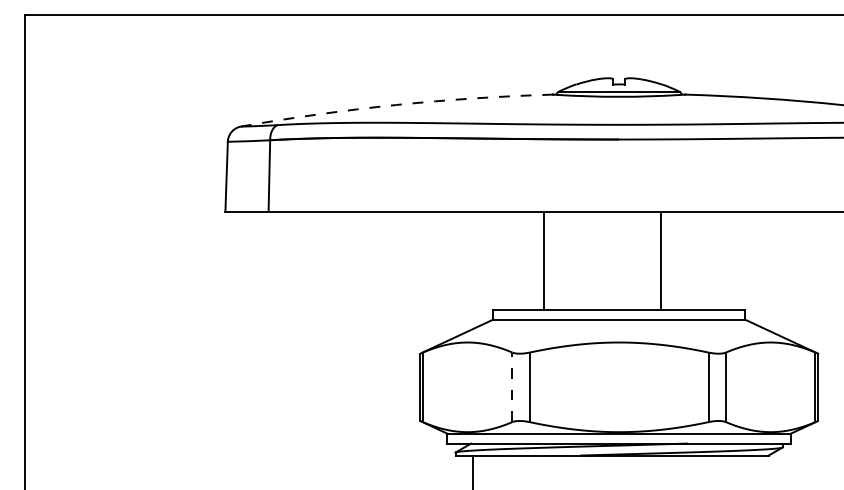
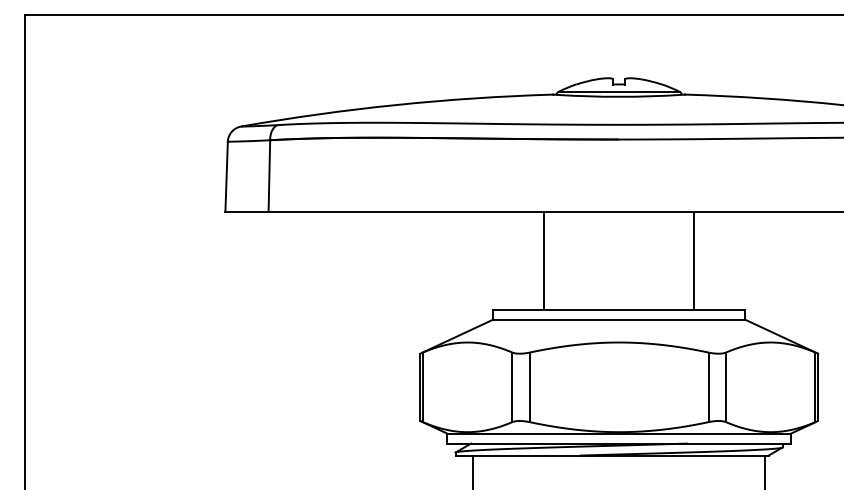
arc at (396, 104): dashed -> solid
line at (661, 260) position: (661, 260) -> (694, 260)
line at (512, 387): dashed -> solid
line at (765, 470): none -> present
